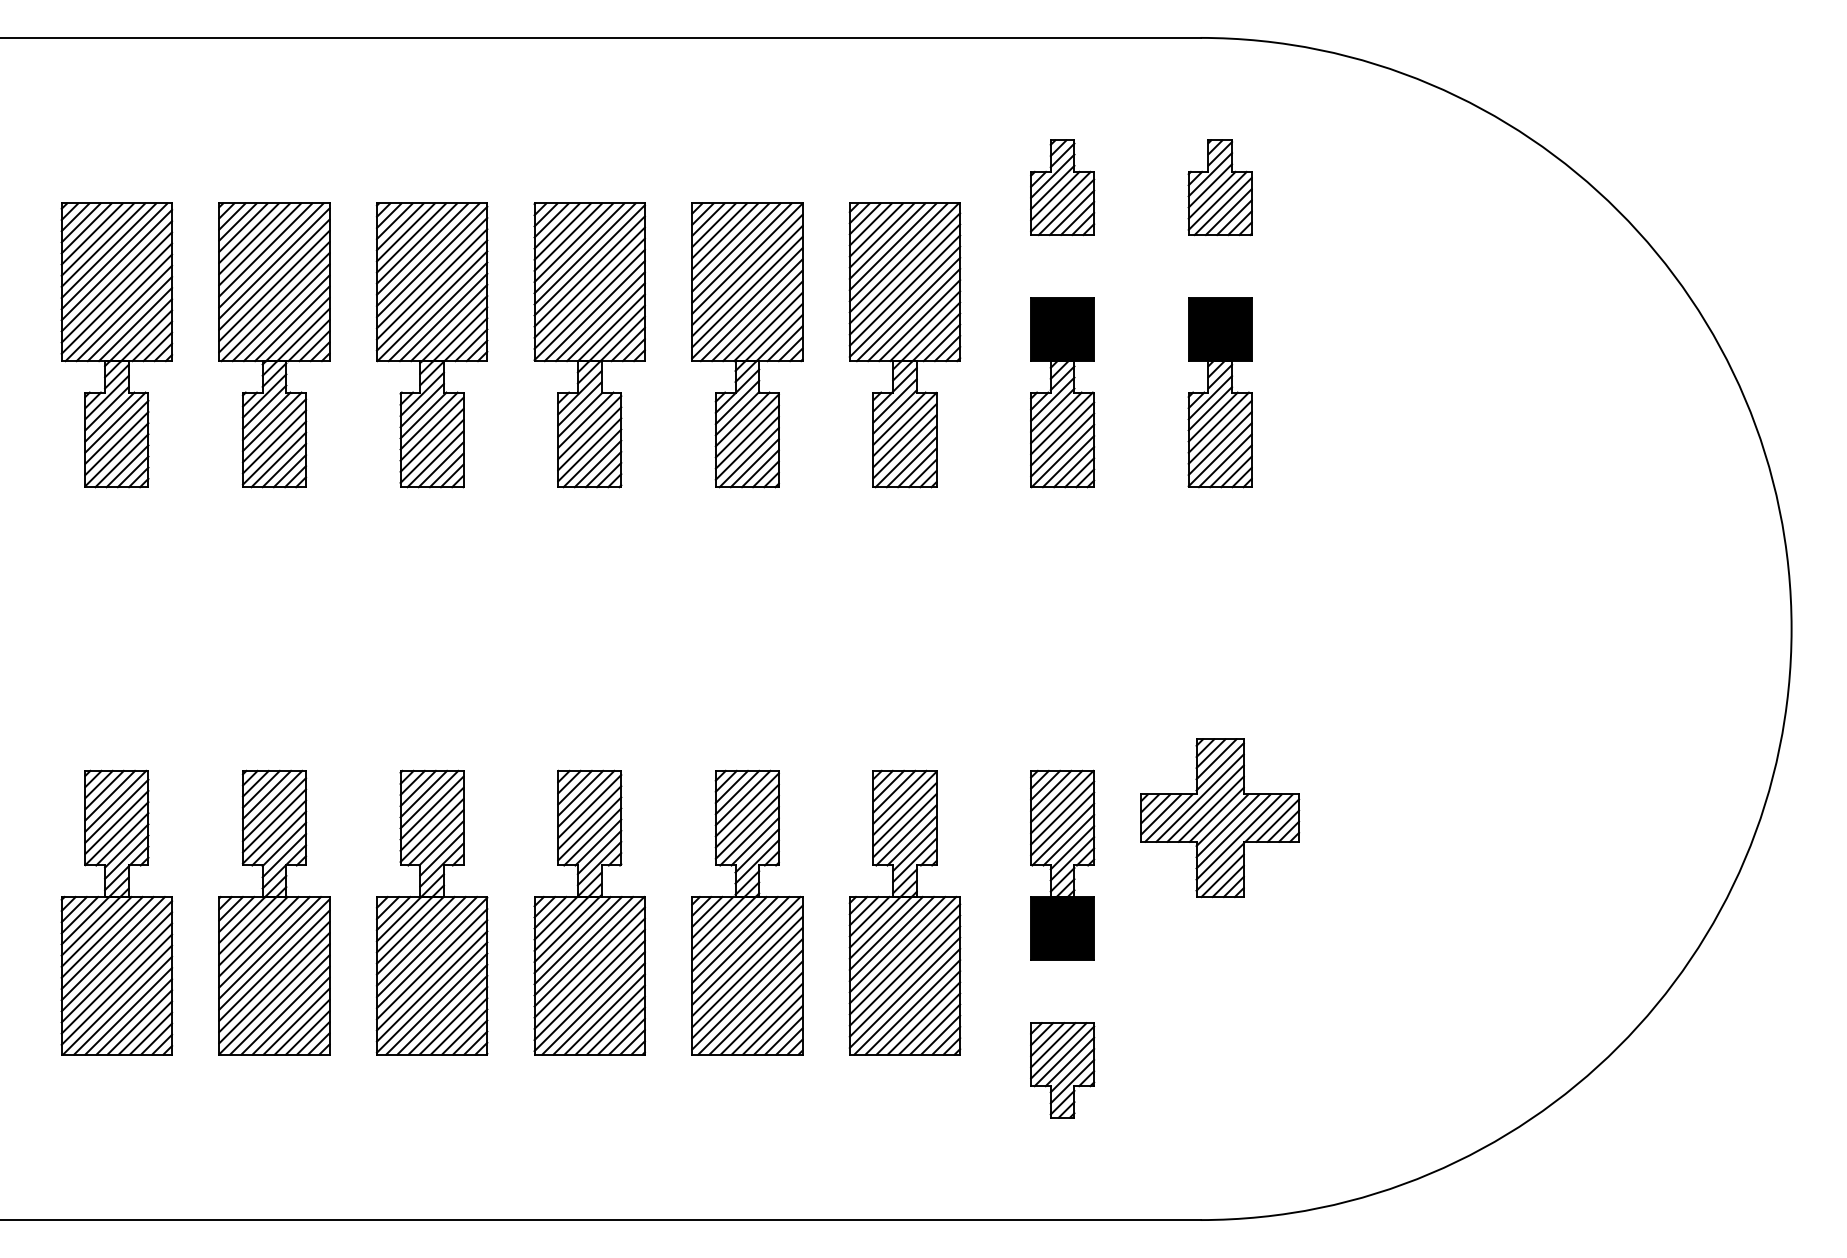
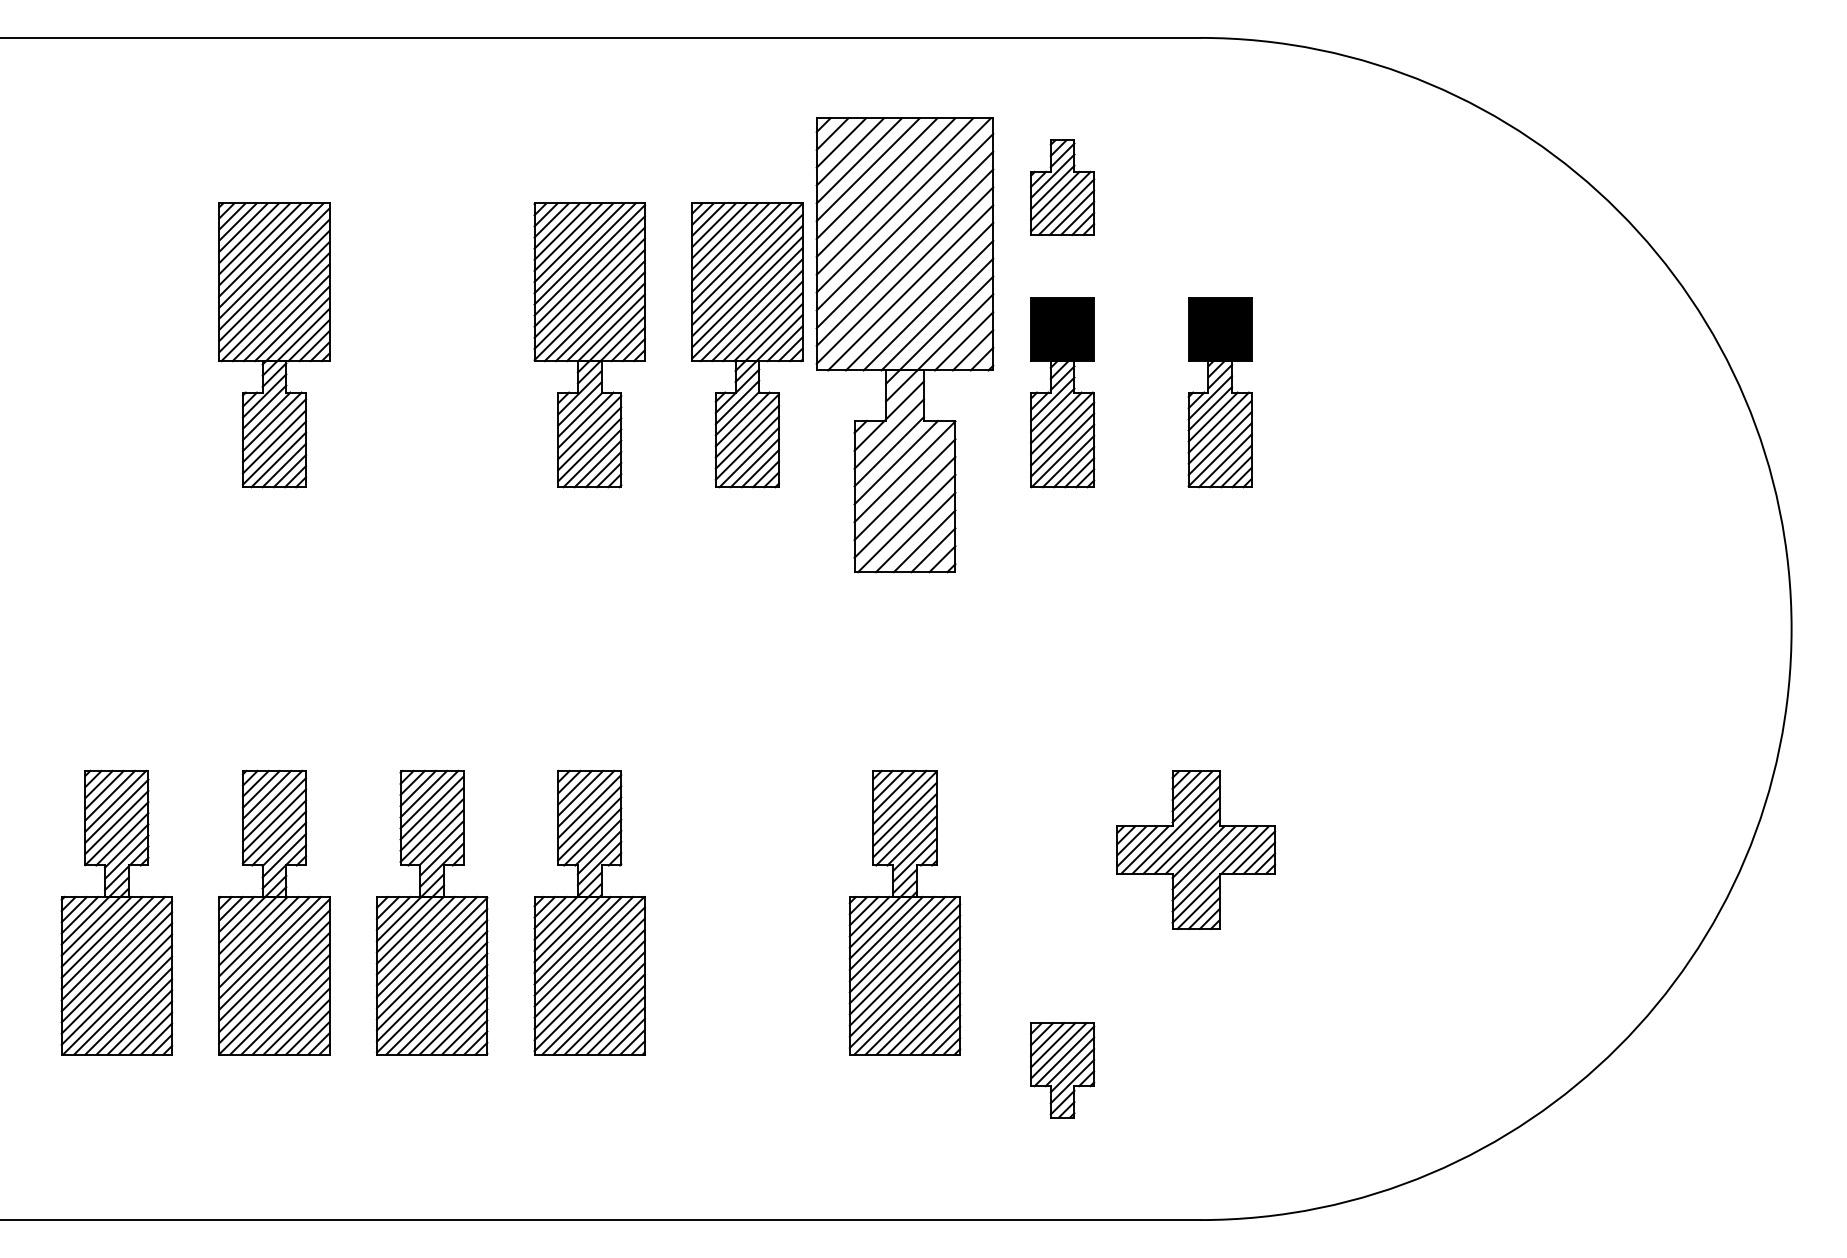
part at (1219, 187): present -> none
part at (116, 345): present -> none
part at (431, 345): present -> none
part at (904, 345) size: 114x287 px -> 180x457 px
part at (1220, 818) position: (1220, 818) -> (1196, 850)
part at (1062, 864): present -> none
part at (747, 912): present -> none
